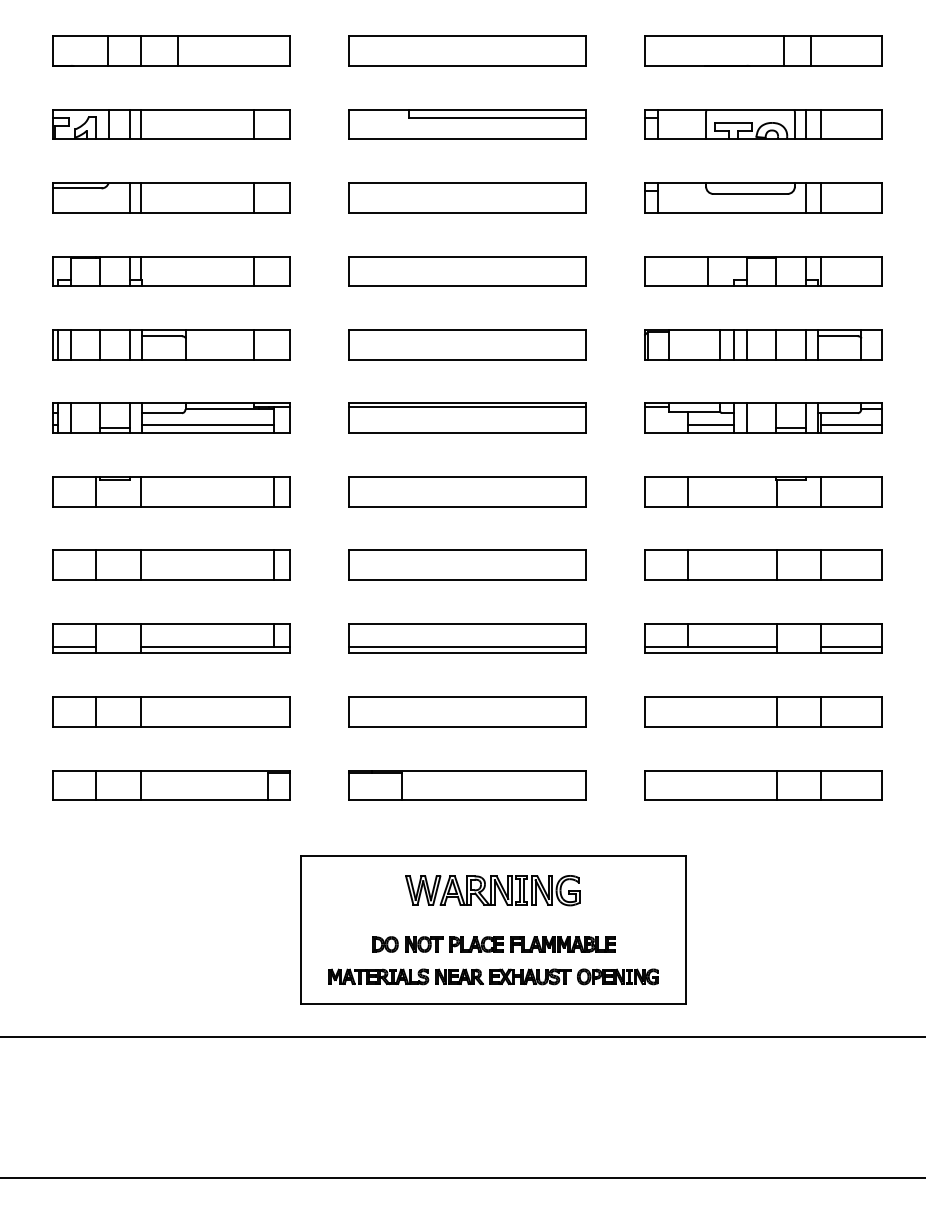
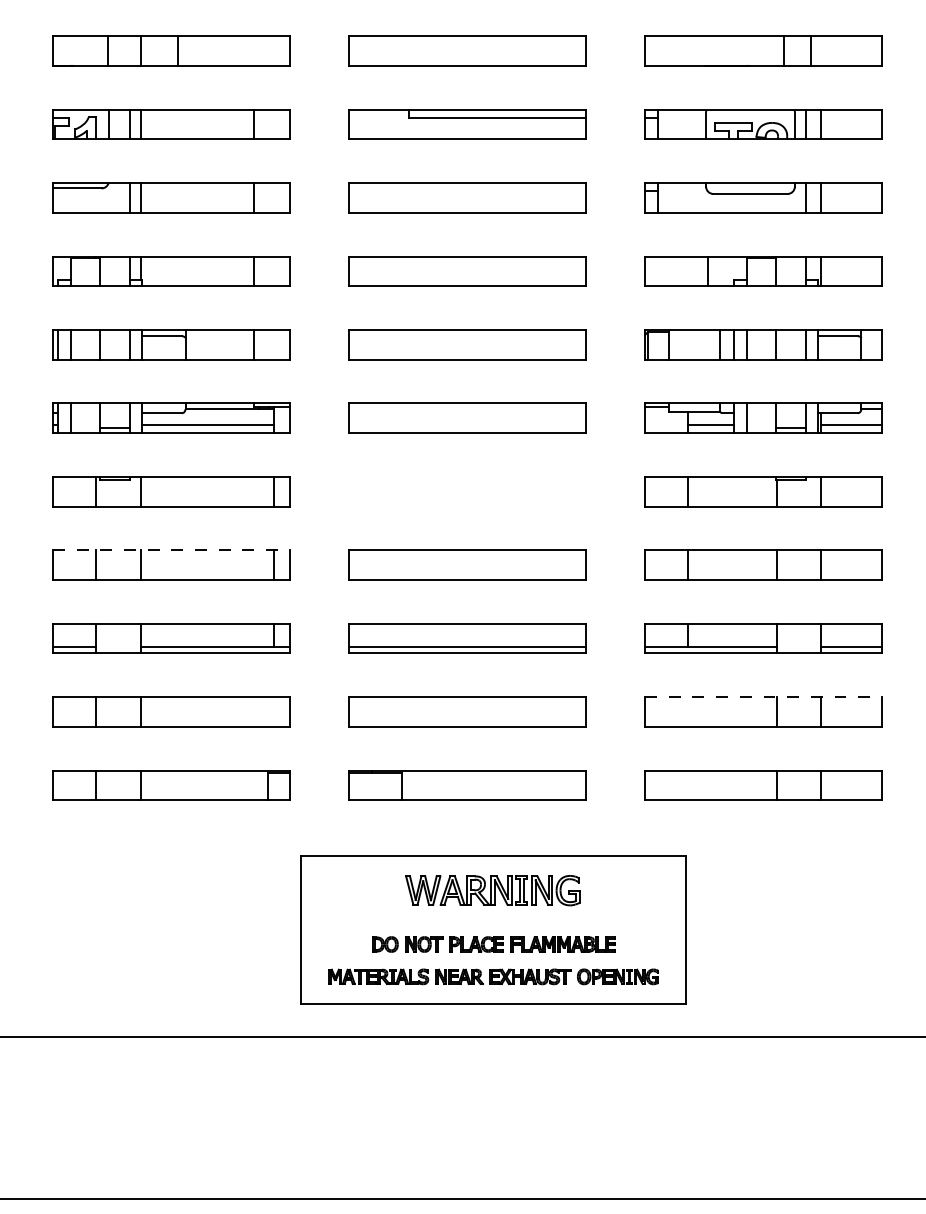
line at (467, 406): present -> none
part at (467, 491): present -> none
line at (171, 550): solid -> dashed
line at (764, 697): solid -> dashed
line at (462, 1177) position: (462, 1177) -> (462, 1198)
